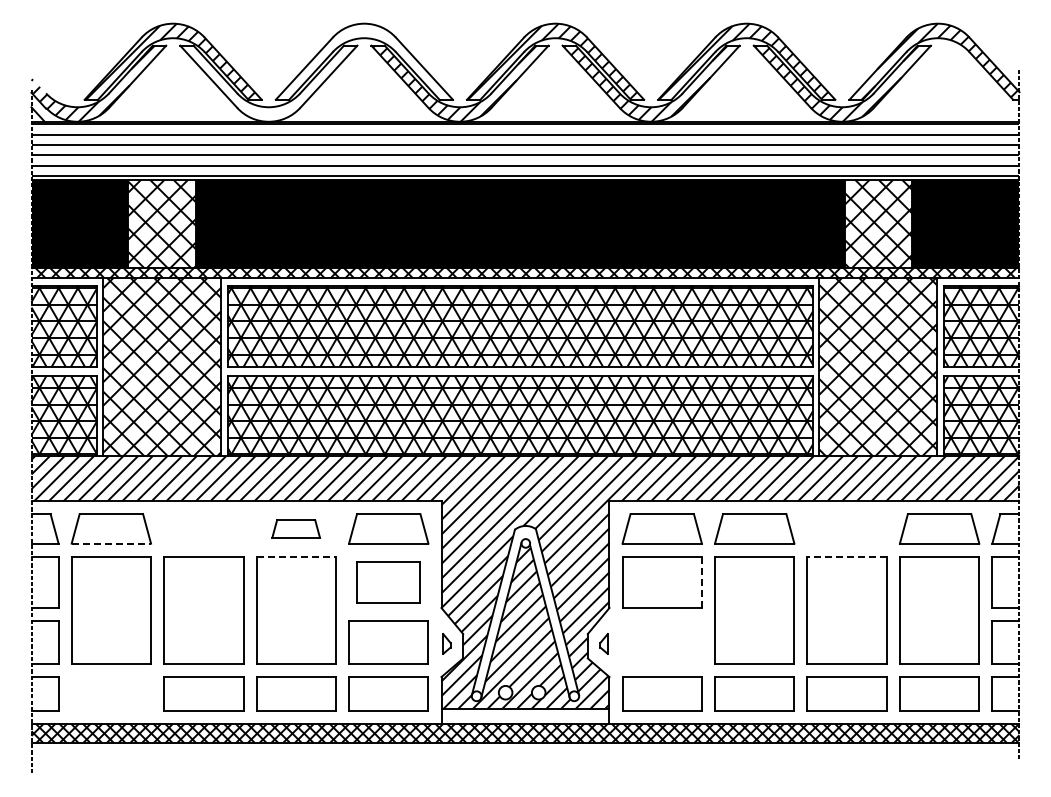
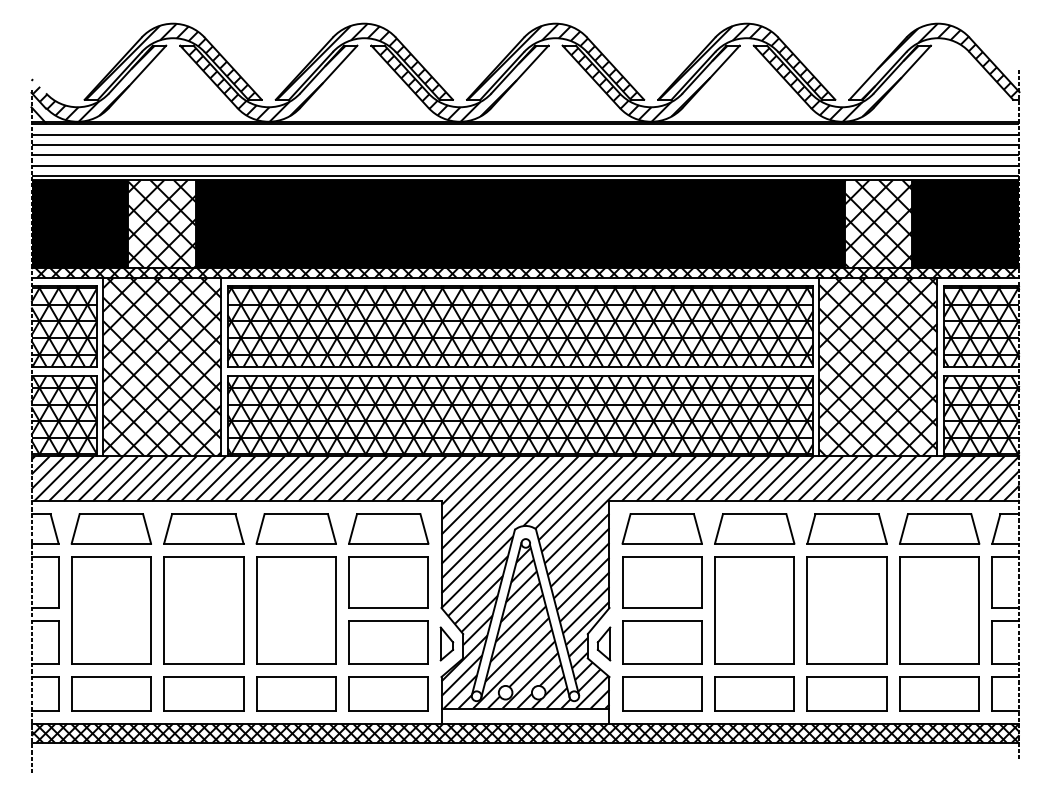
hatch at (361, 61): none -> present
hatch at (263, 83): none -> present
part at (203, 528): none -> present
part at (295, 528) size: 50x20 px -> 82x32 px
part at (846, 528): none -> present
line at (111, 543): dashed -> solid
line at (296, 556): dashed -> solid
line at (847, 556): dashed -> solid
part at (388, 582) size: 65x43 px -> 81x53 px
line at (701, 582): dashed -> solid
part at (662, 642): none -> present
part at (446, 643) size: 10x22 px -> 16x36 px
part at (603, 643) size: 10x22 px -> 16x36 px
part at (111, 693): none -> present
